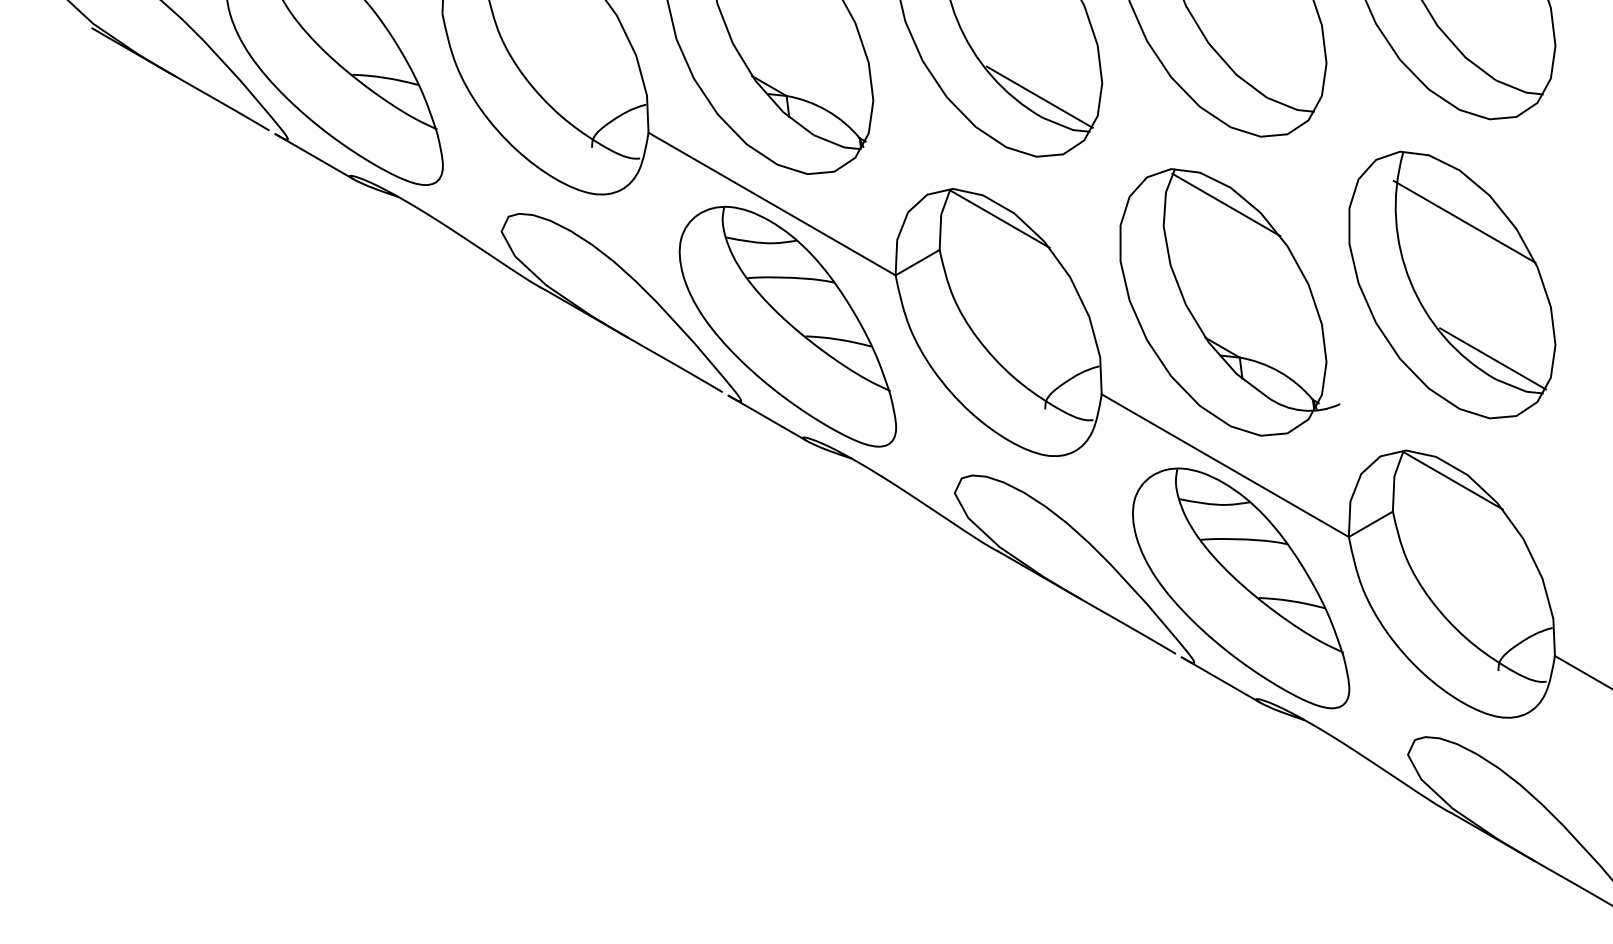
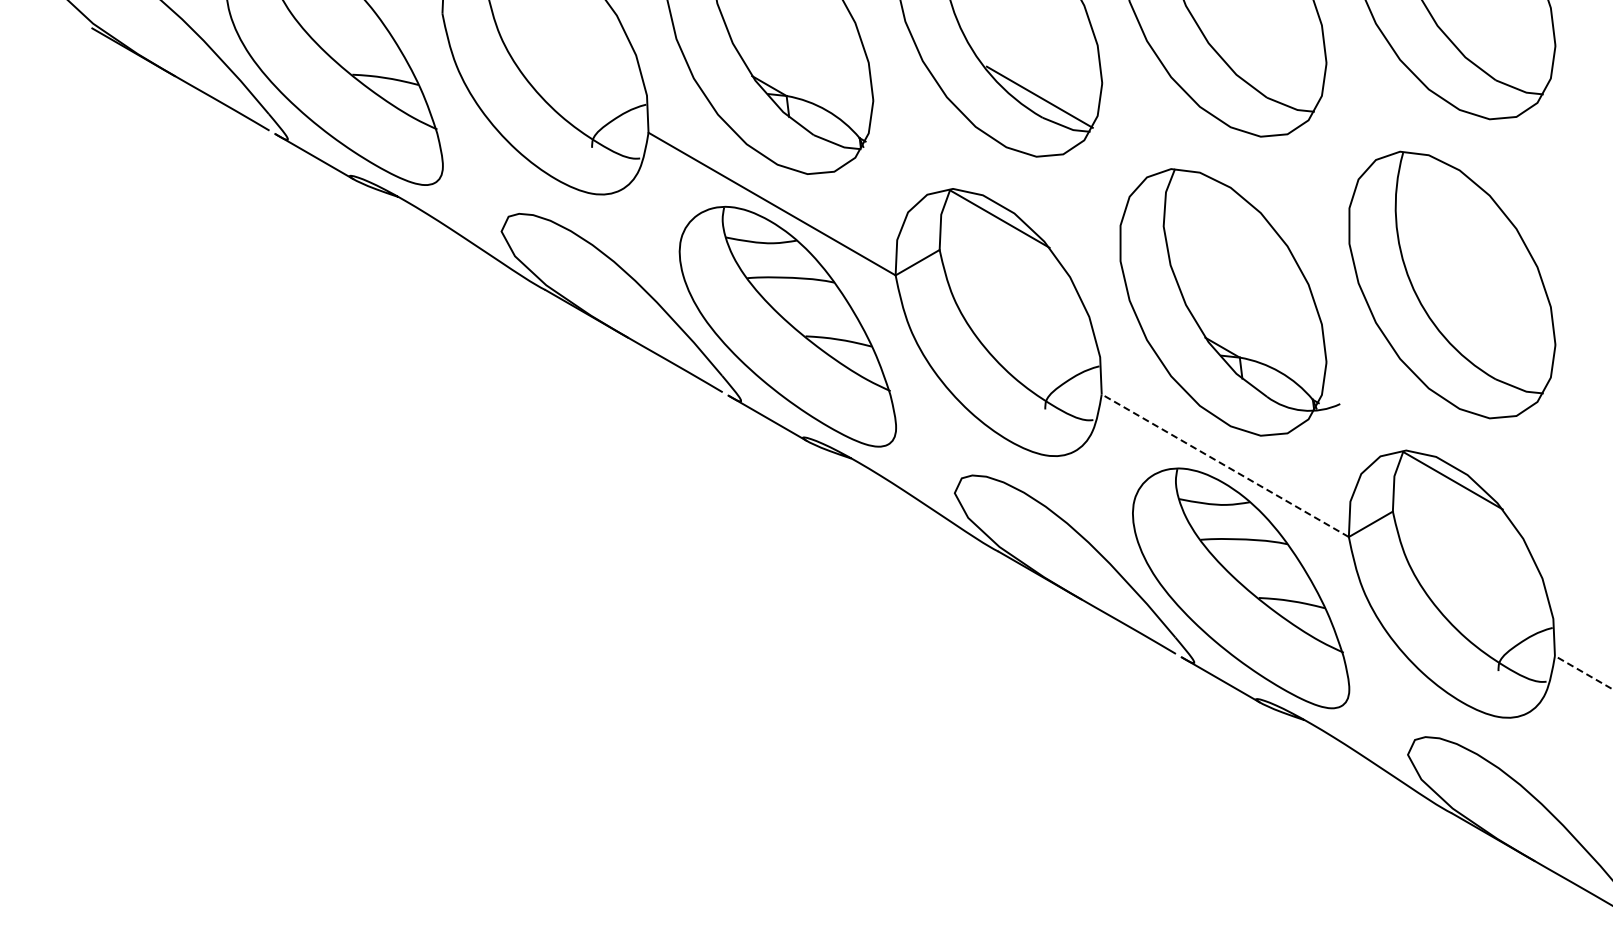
line at (1226, 204): present -> none
line at (1464, 221): present -> none
line at (1493, 358): present -> none
line at (1225, 465): solid -> dashed
line at (1583, 672): solid -> dashed
